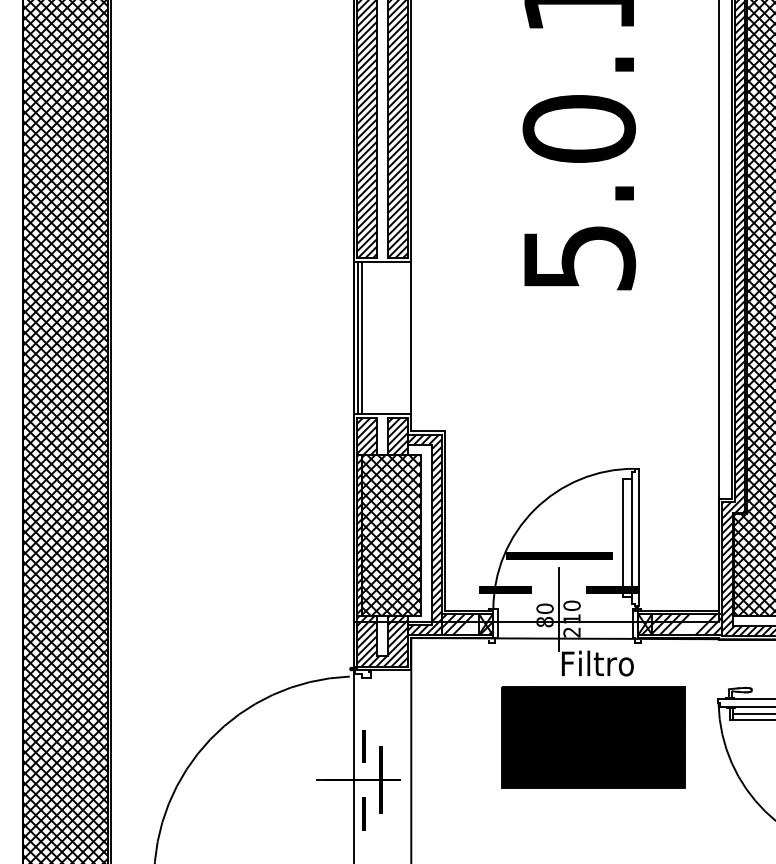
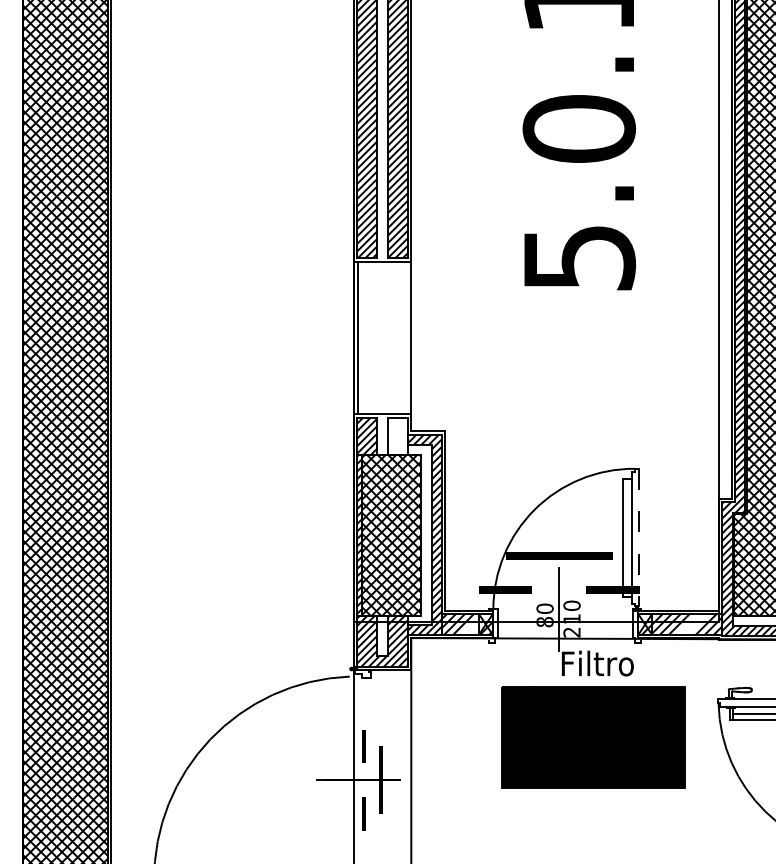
line at (362, 337): present -> none
hatch at (397, 436): present -> none
line at (639, 537): solid -> dashed
